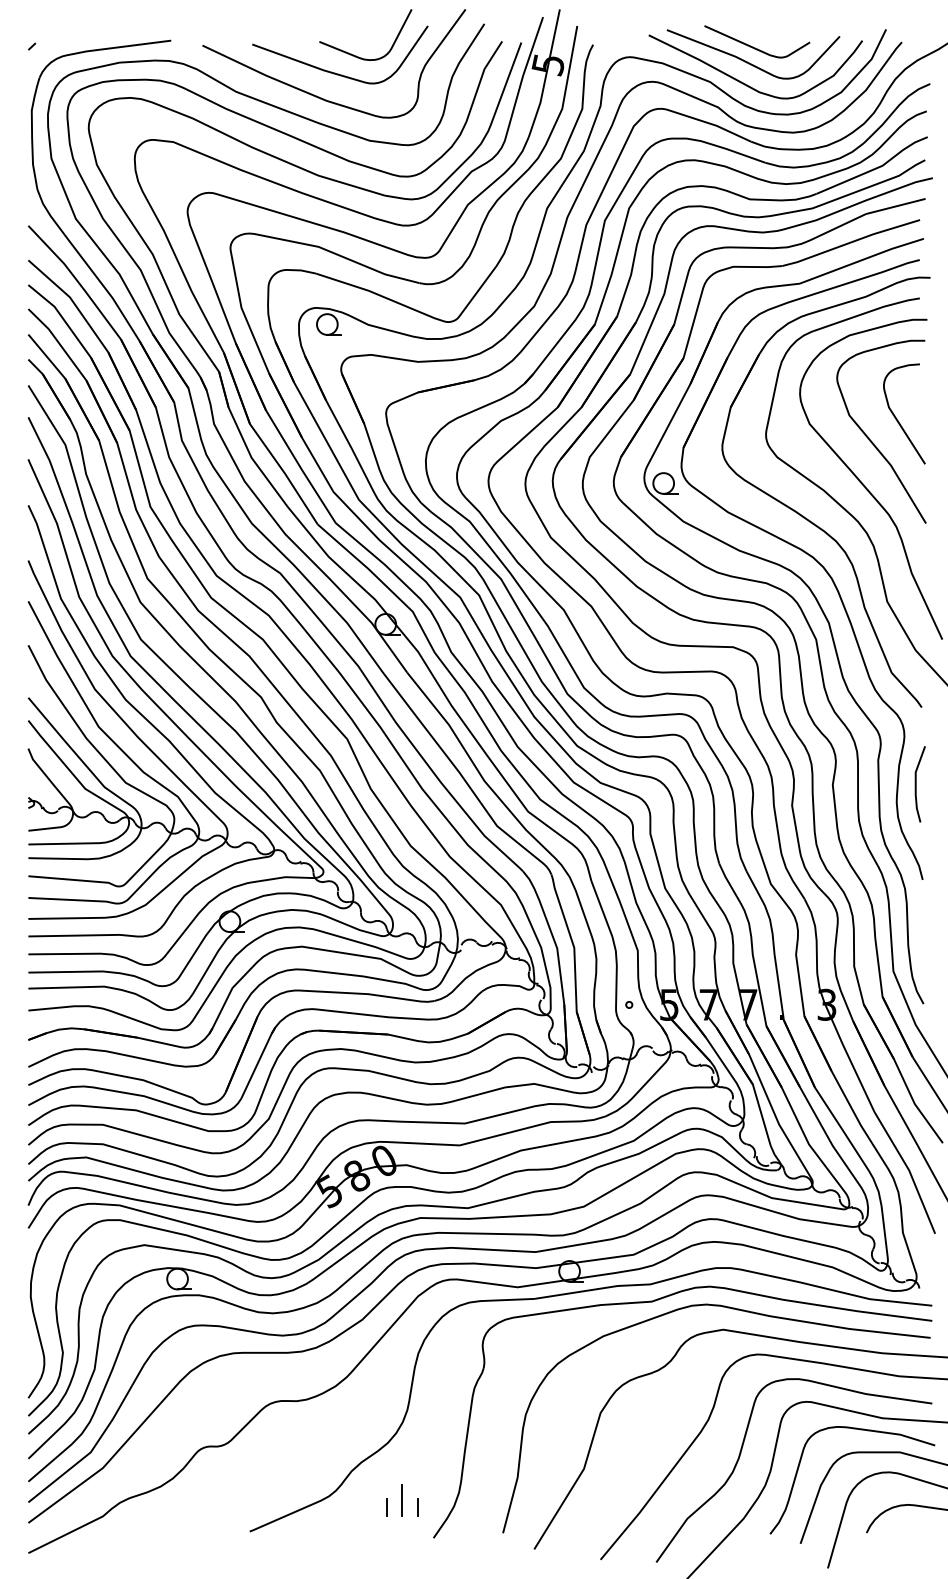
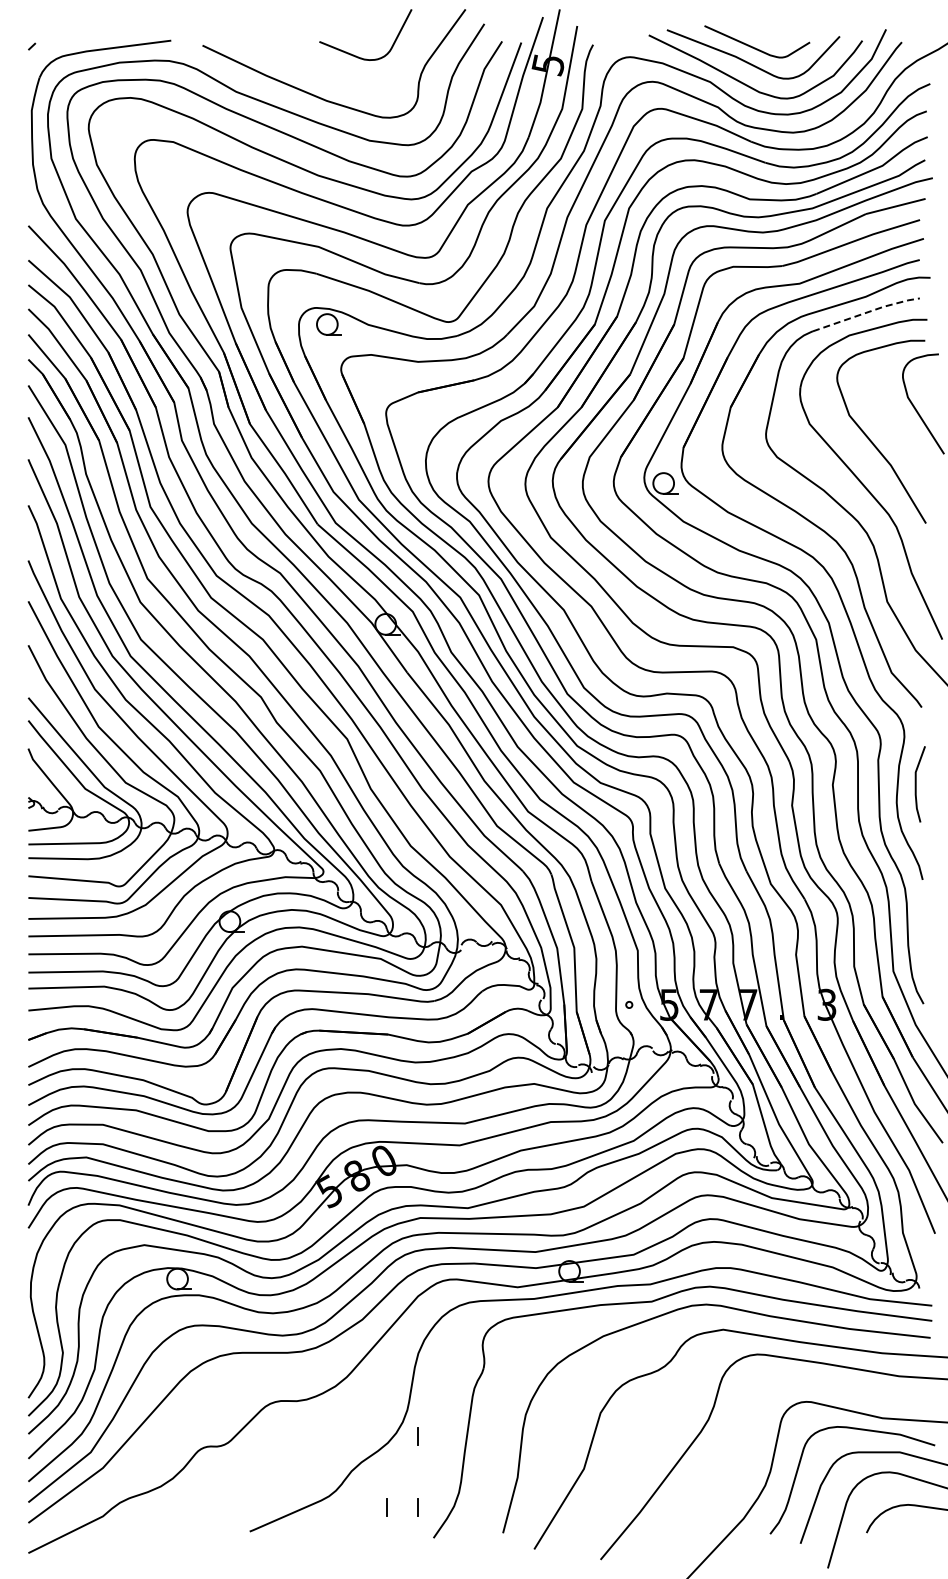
curve at (335, 72): present -> none
line at (867, 312): solid -> dashed
curve at (897, 418) position: (897, 418) -> (916, 408)
line at (417, 1436): none -> present
curve at (741, 1453): present -> none
line at (402, 1500): present -> none
